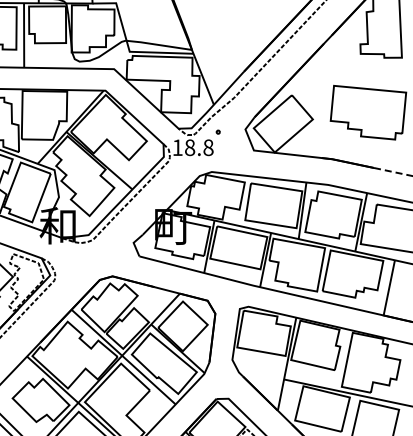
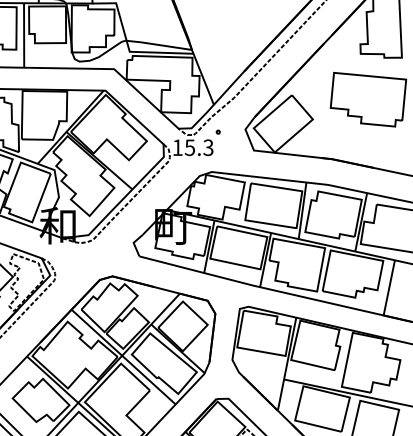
part at (368, 112) position: (368, 112) -> (368, 99)
text at (198, 147): 18.8 -> 15.3
line at (393, 172): dashed -> solid
